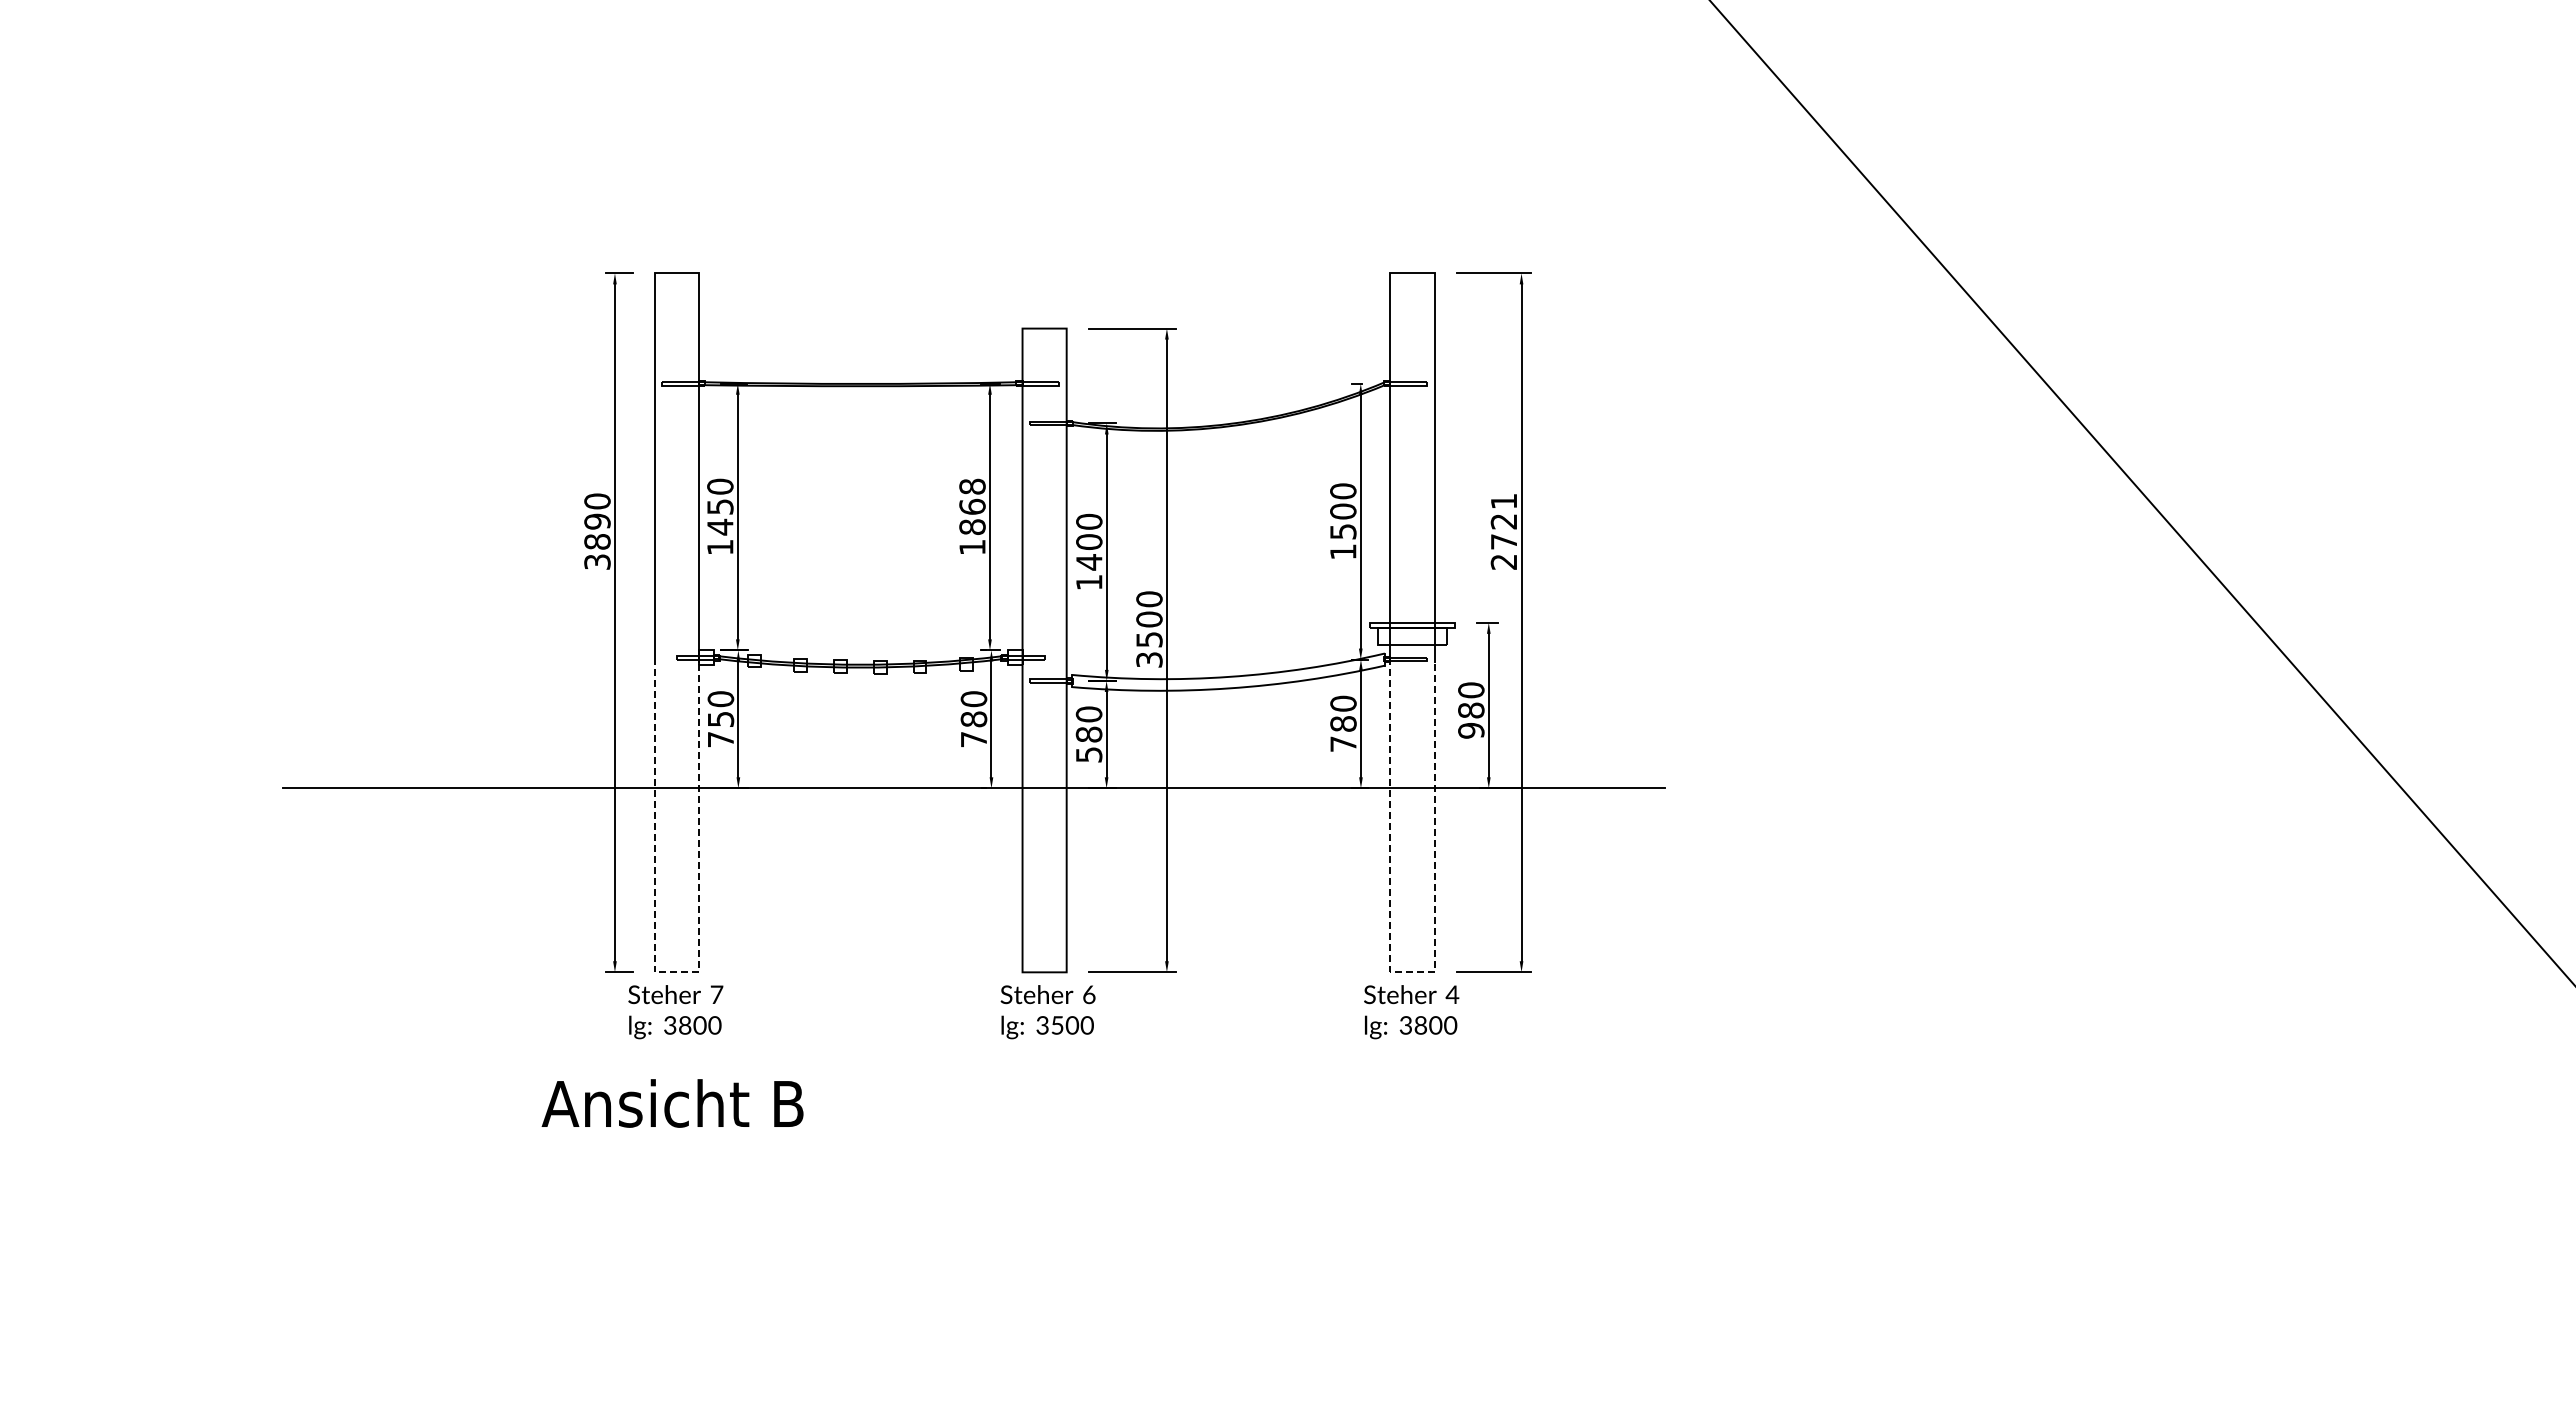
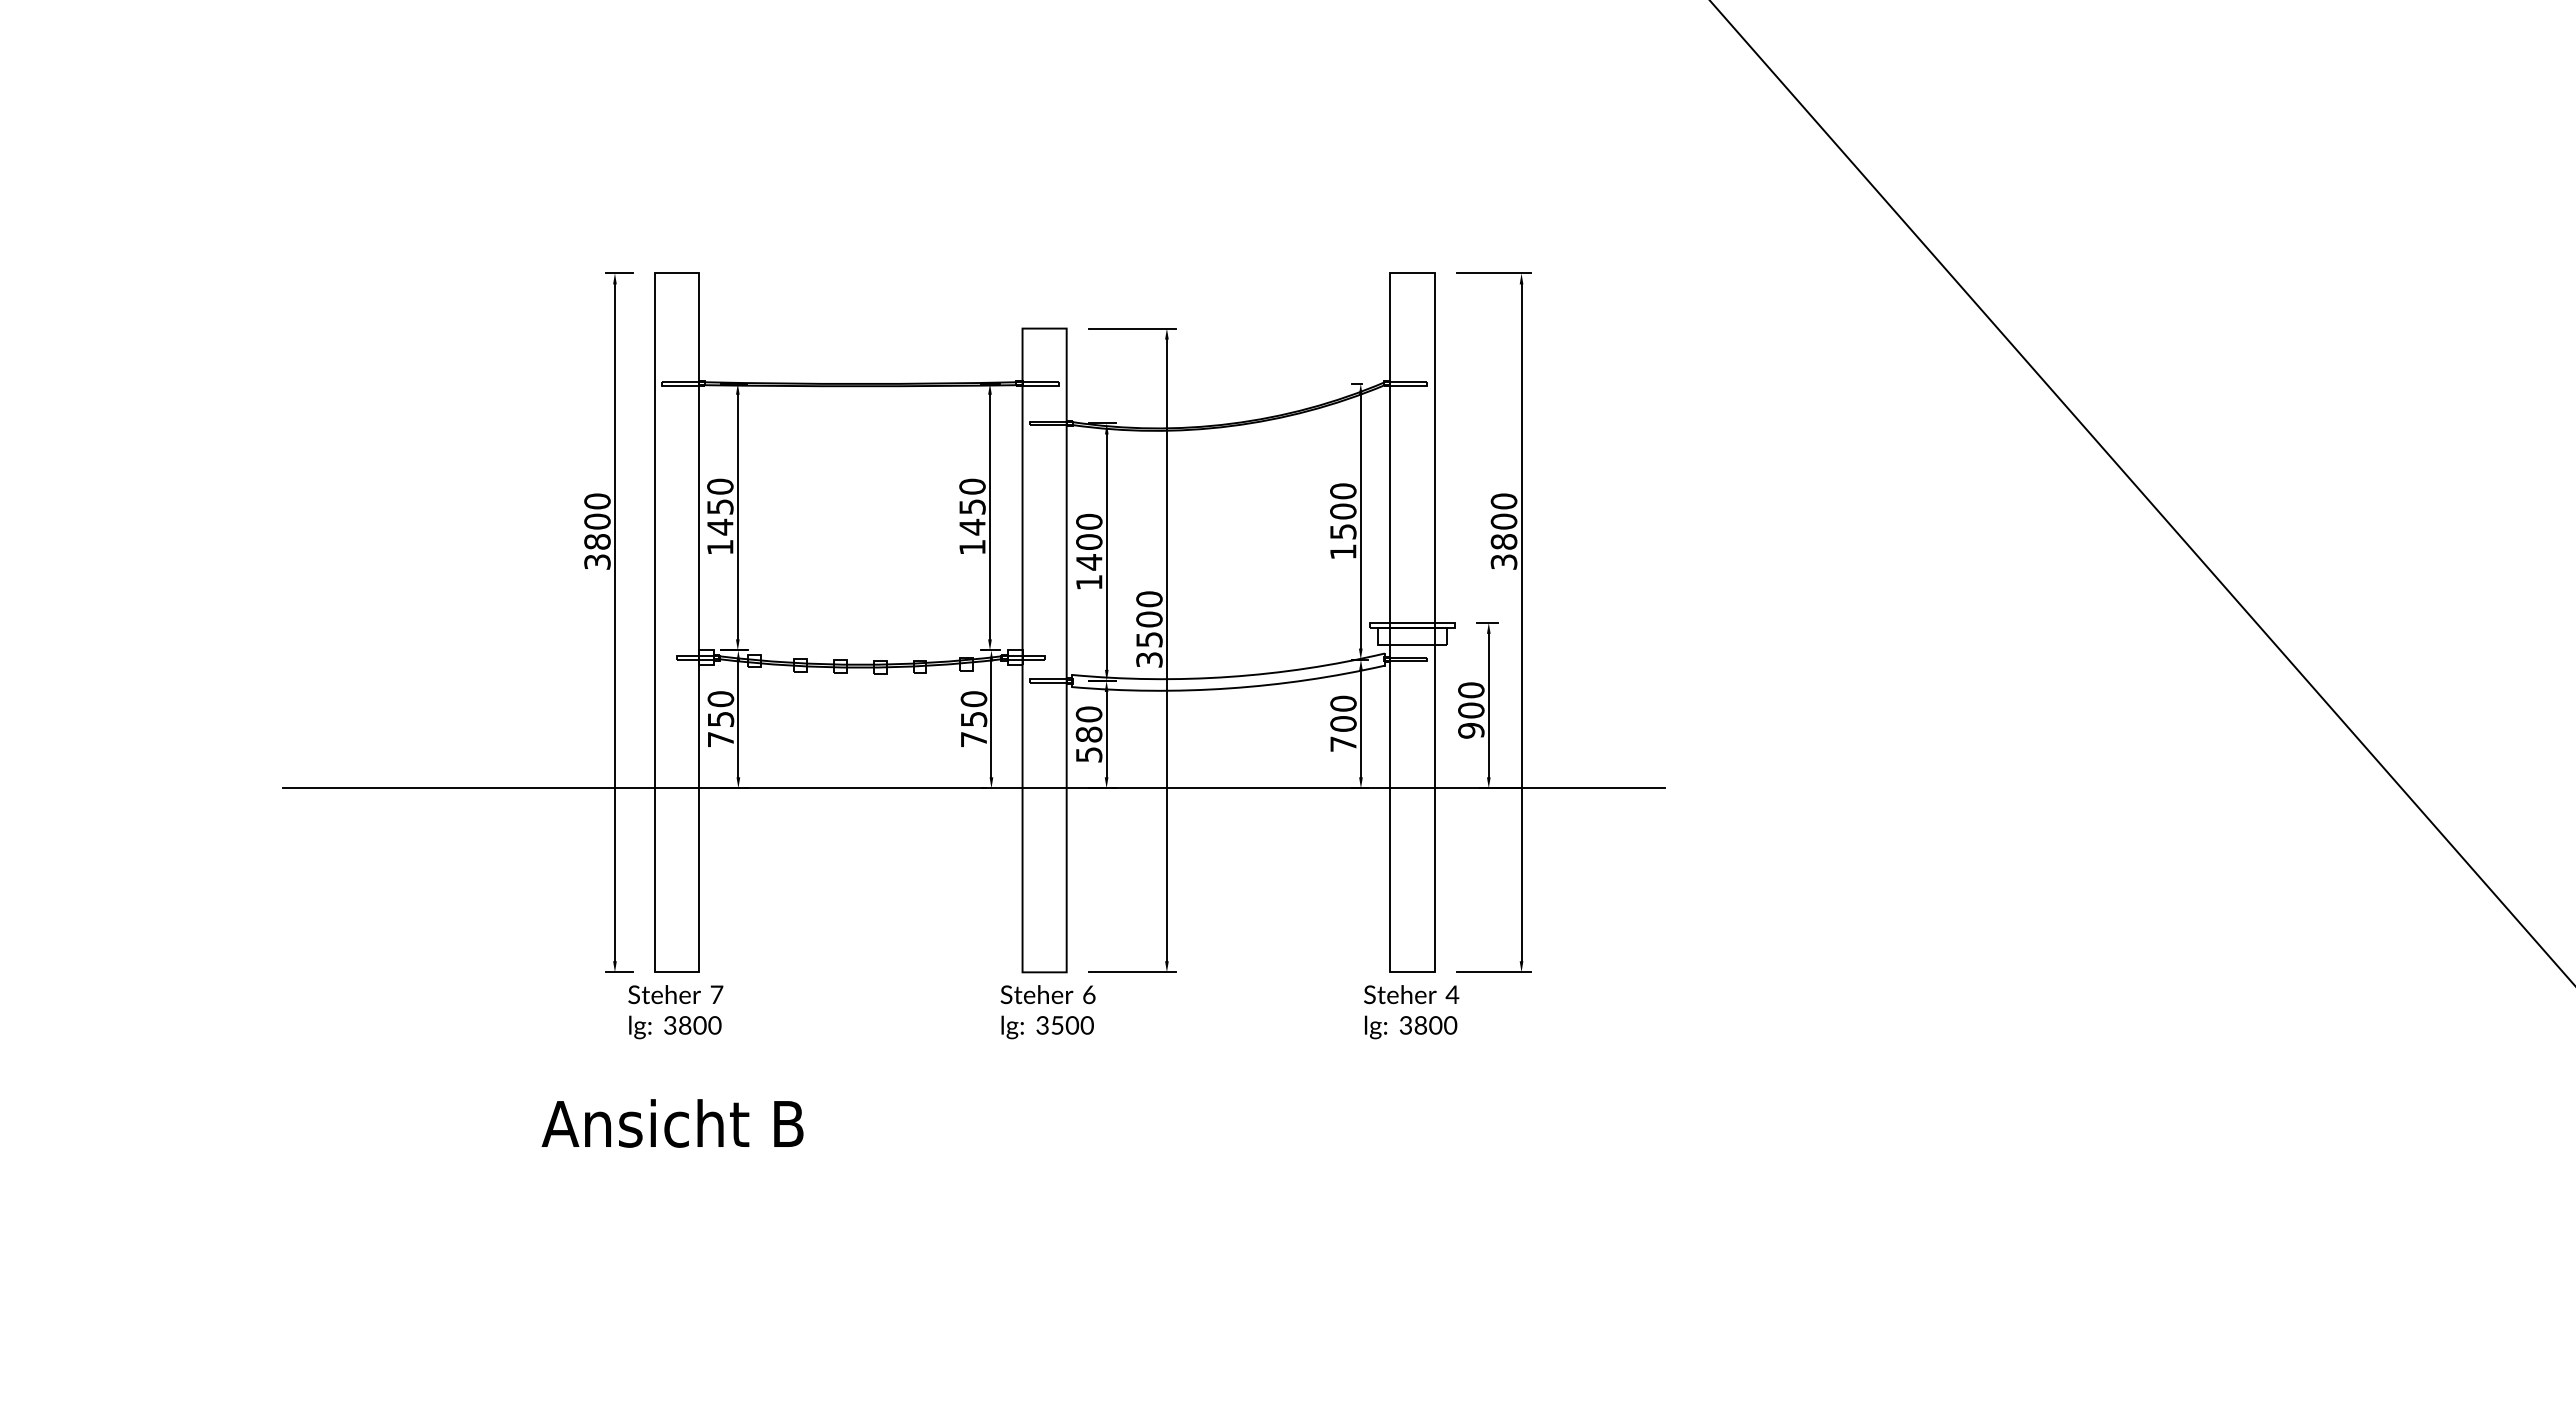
text at (972, 506): 1868 -> 1450
text at (597, 521): 3890 -> 3800
text at (1503, 531): 2721 -> 3800
text at (1471, 710): 980 -> 900
text at (973, 719): 780 -> 750
text at (1343, 723): 780 -> 700
line at (674, 972): dashed -> solid
line at (1410, 972): dashed -> solid
text at (672, 1103) position: (672, 1103) -> (672, 1123)
